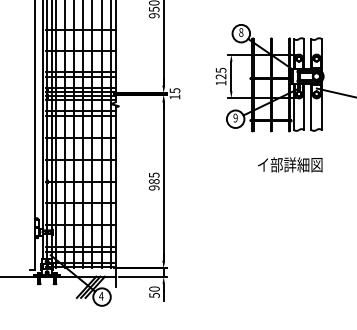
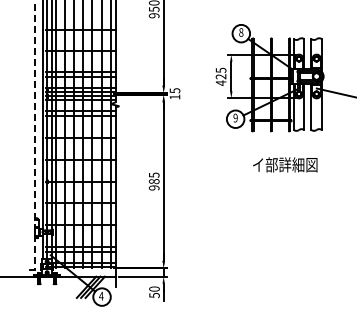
text at (221, 82): 125 -> 425
line at (34, 135): solid -> dashed
text at (290, 164) position: (290, 164) -> (285, 164)
